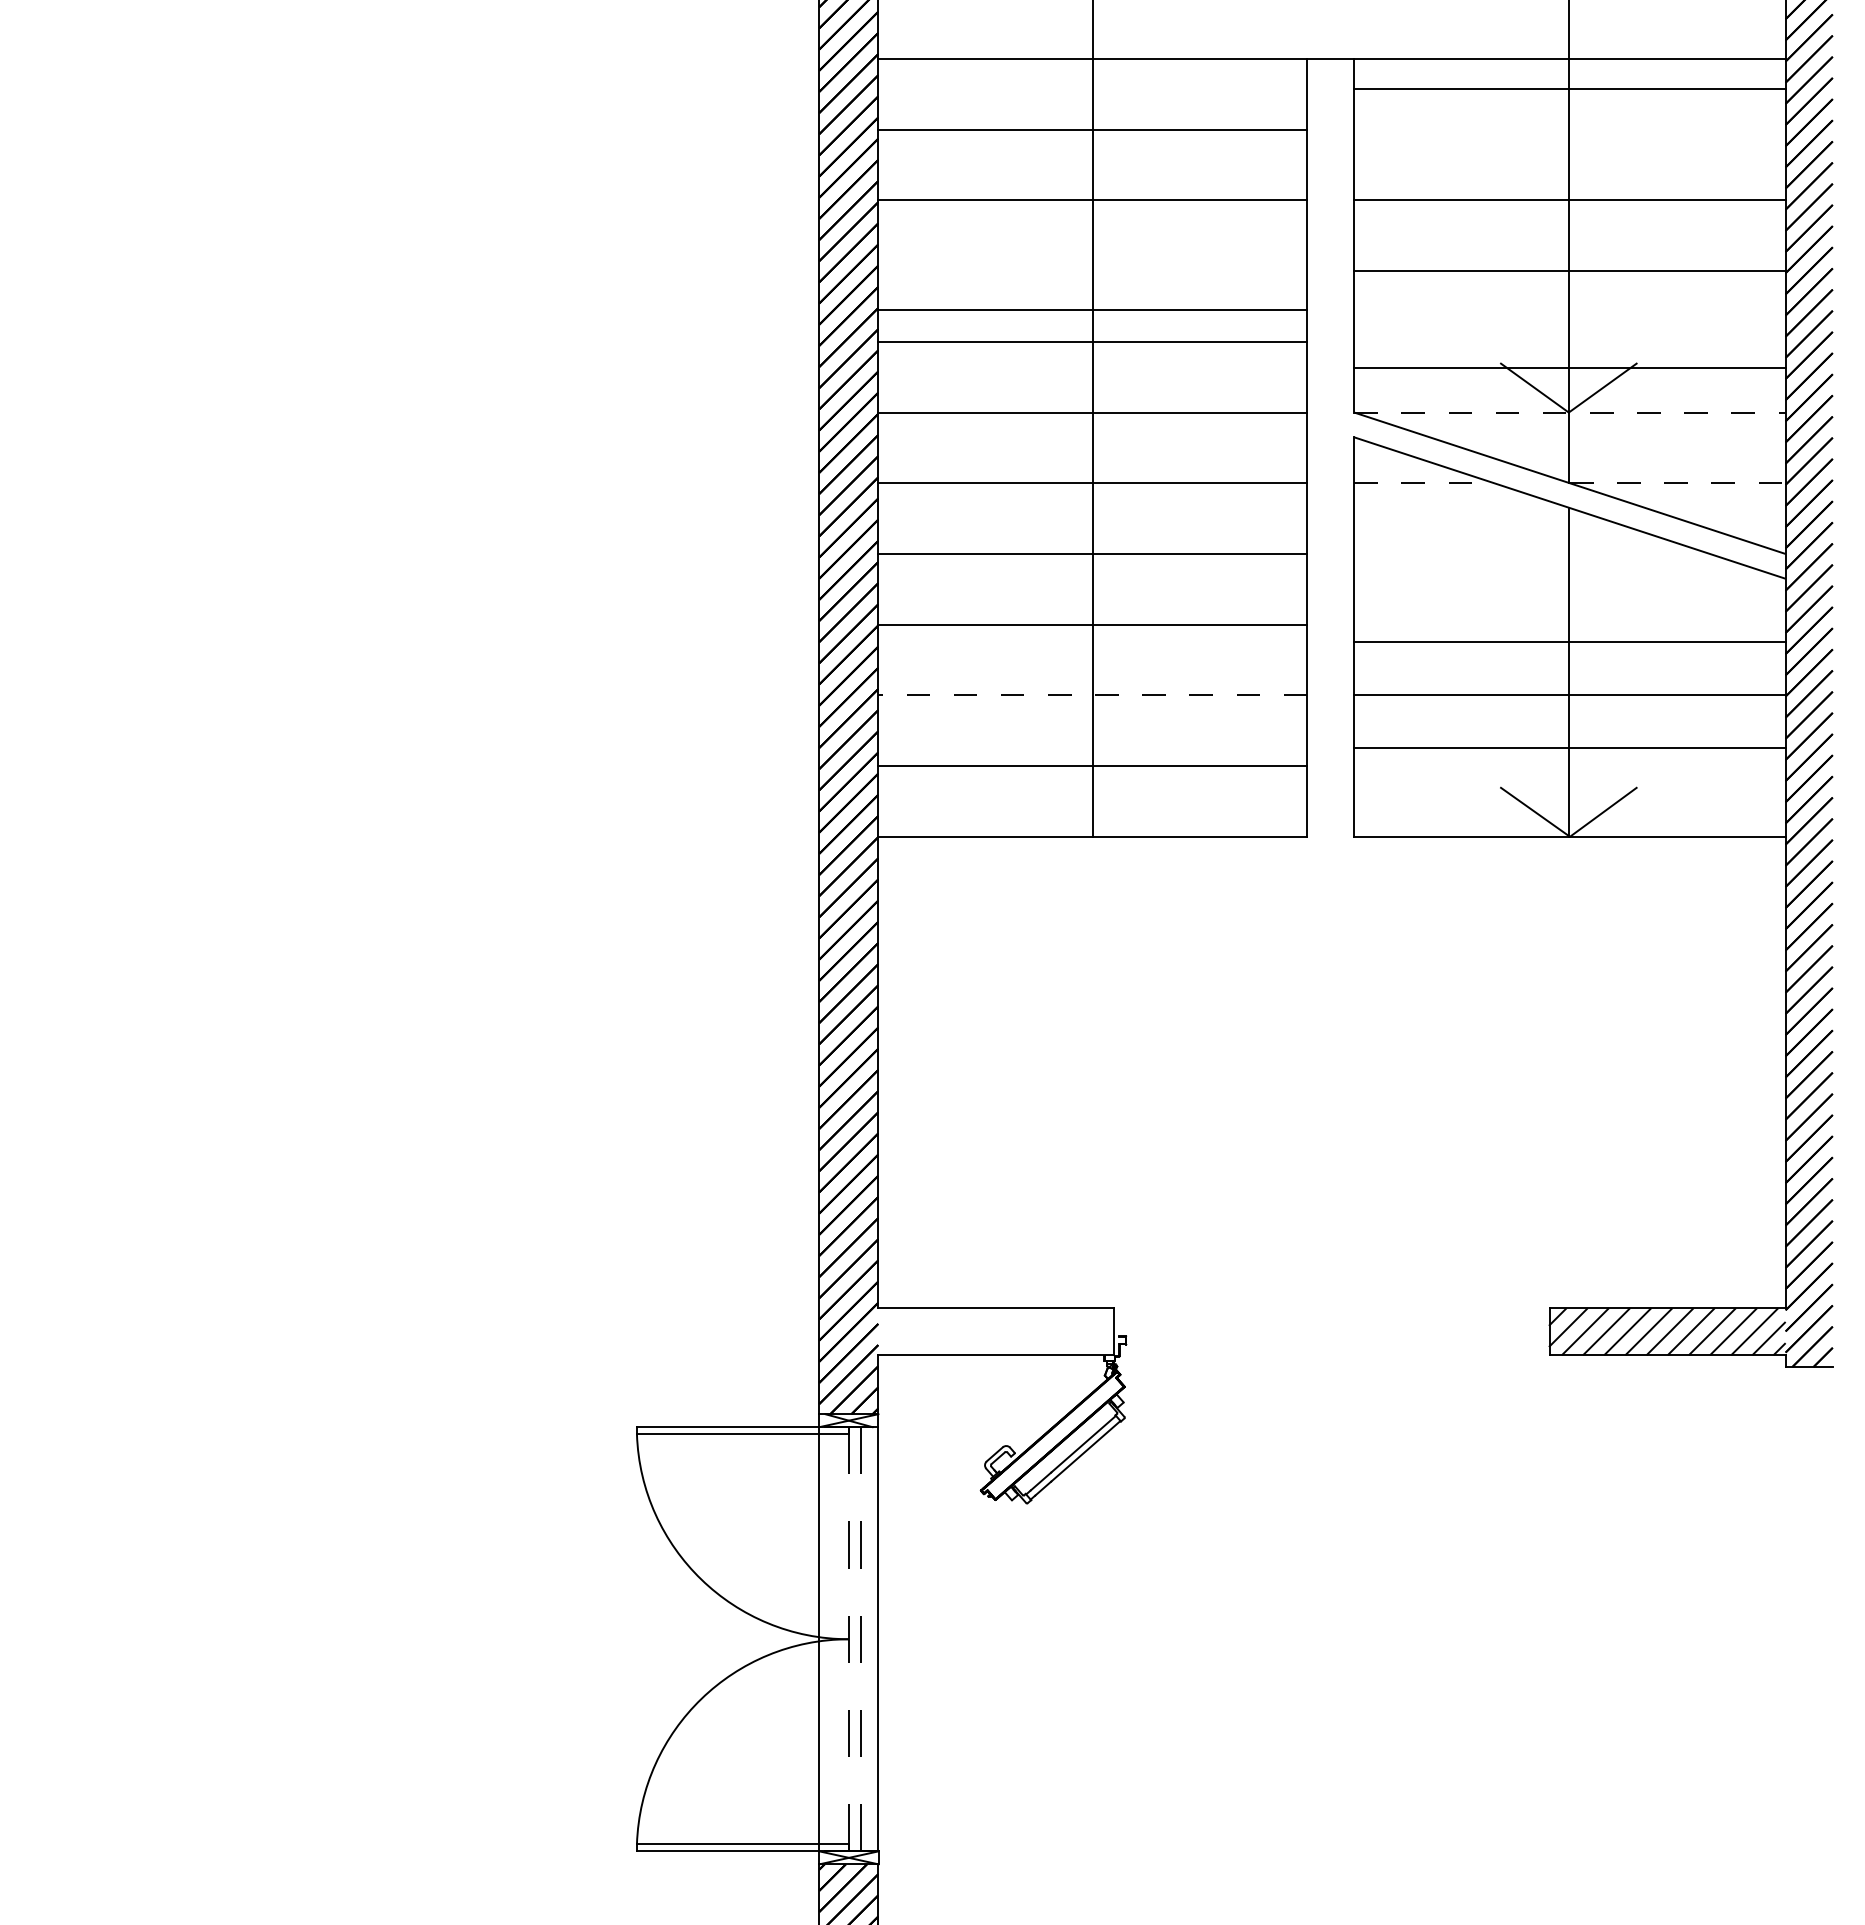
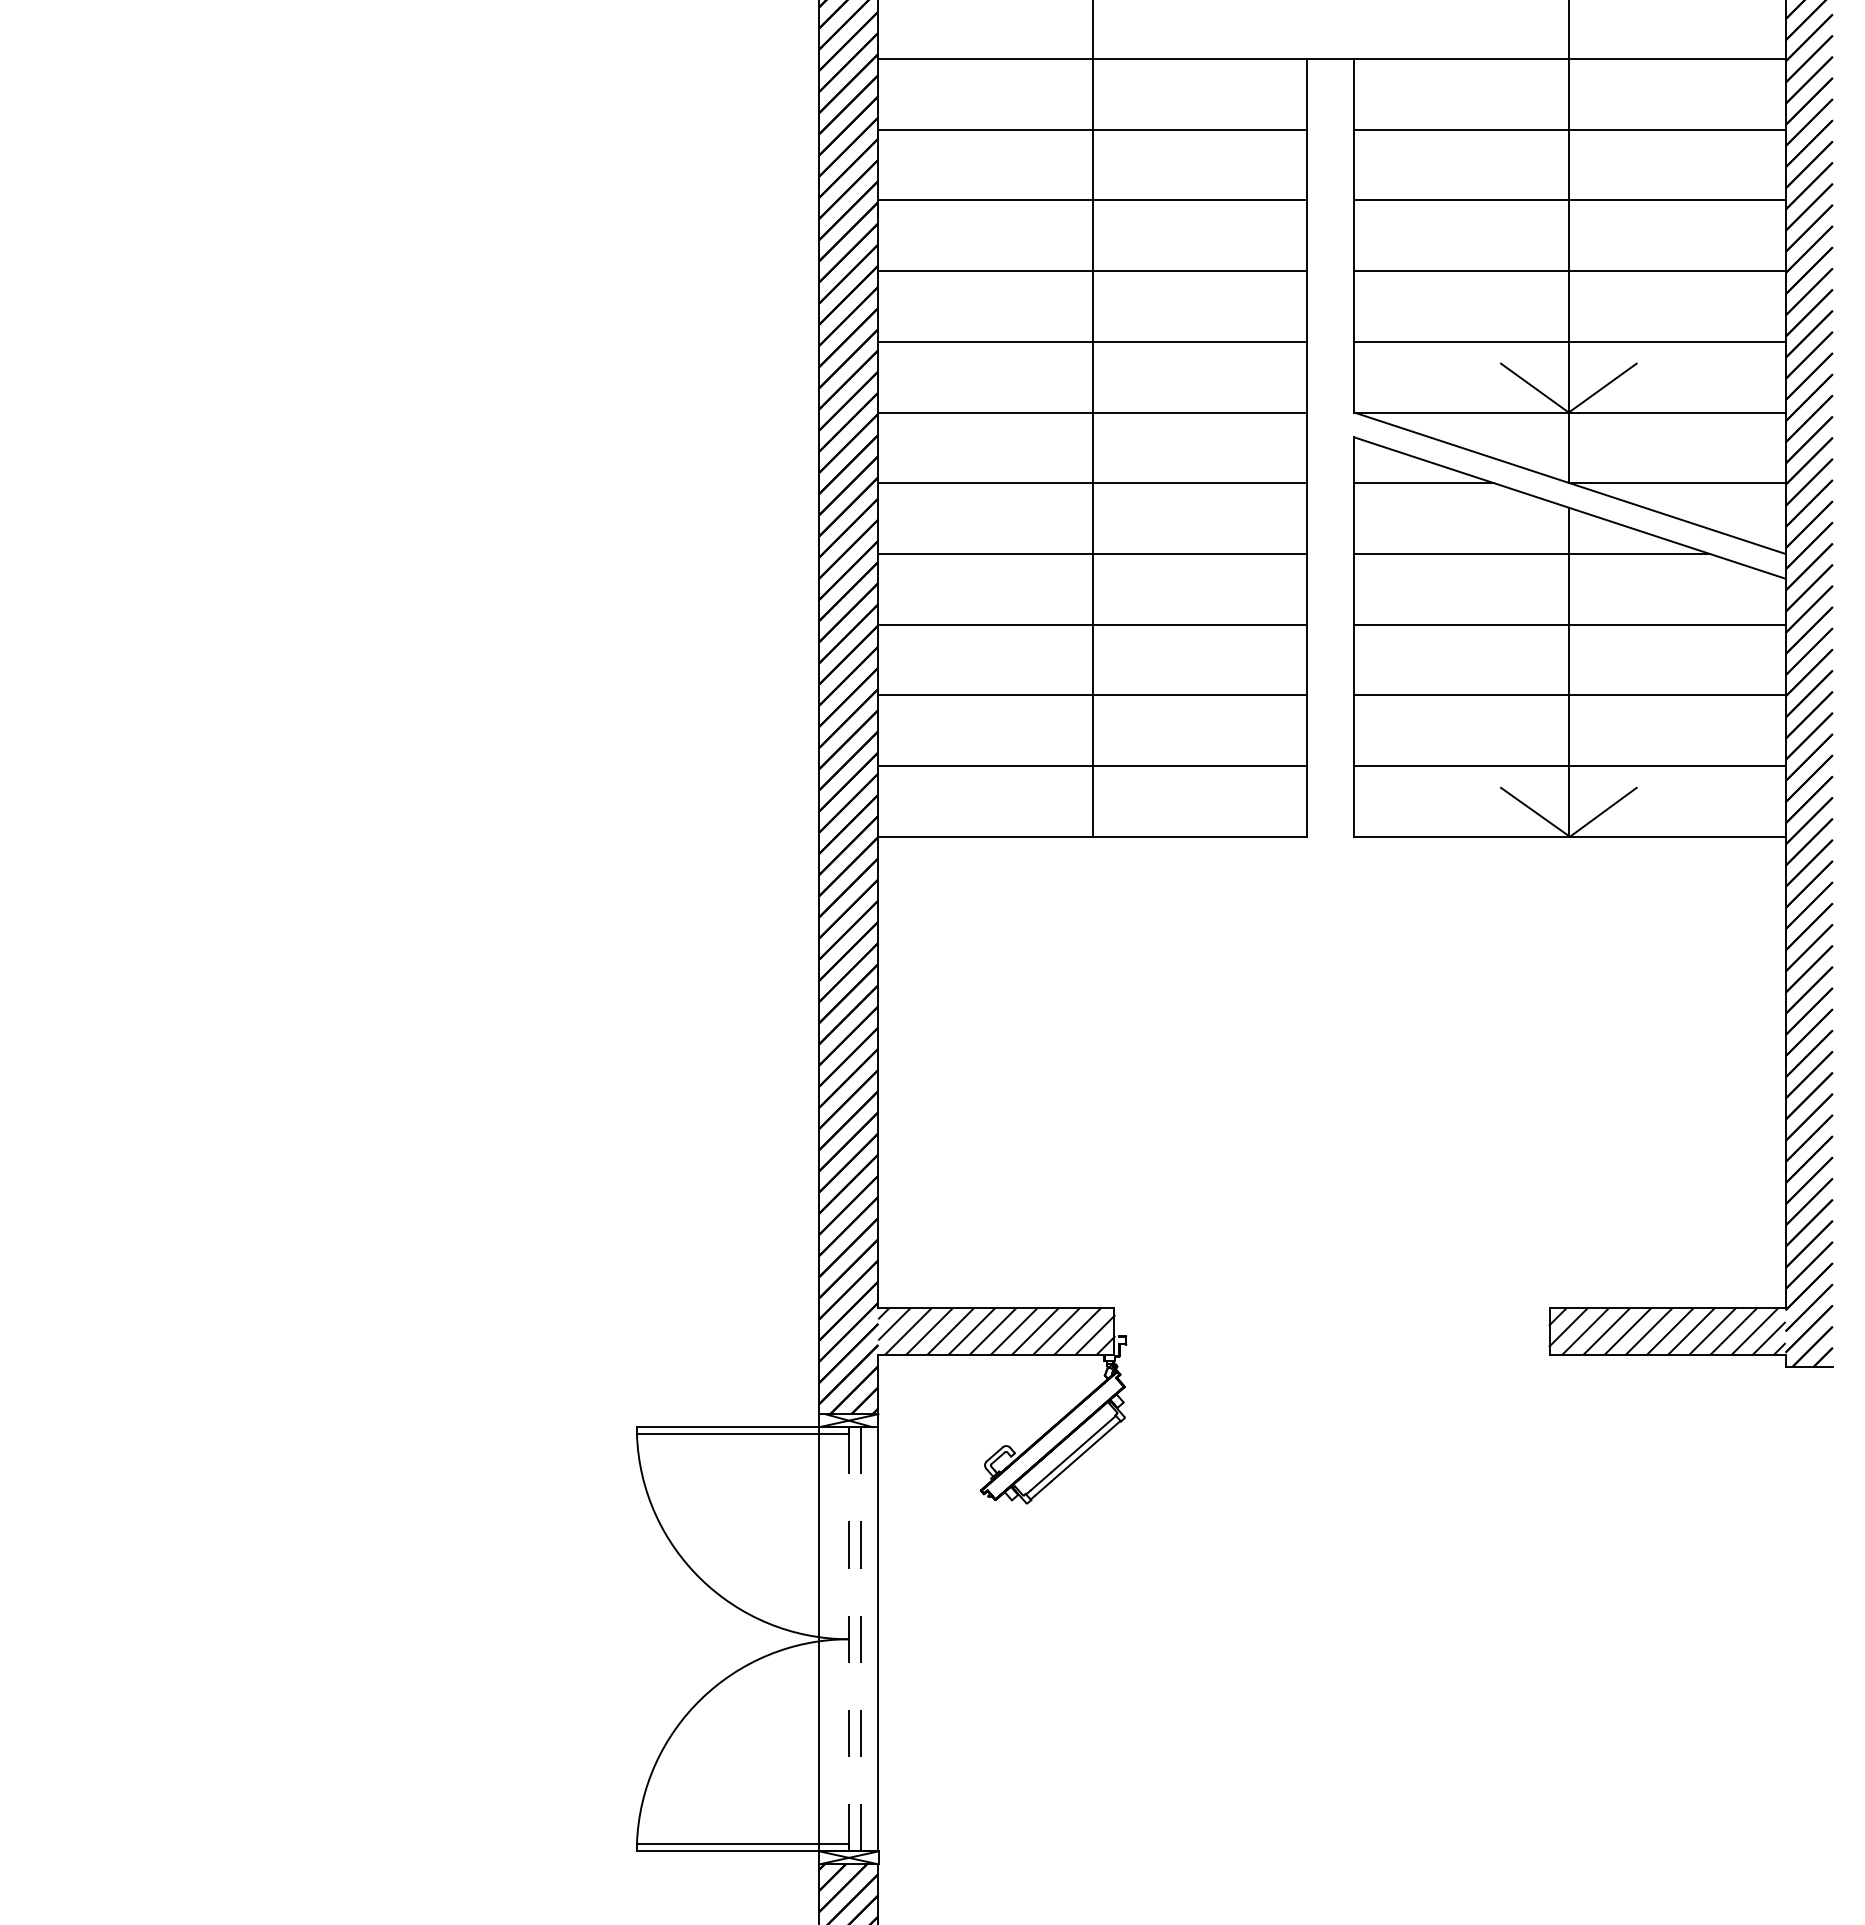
line at (1569, 88) position: (1569, 88) -> (1569, 129)
line at (1092, 310) position: (1092, 310) -> (1092, 271)
line at (1569, 367) position: (1569, 367) -> (1569, 341)
line at (1569, 412): dashed -> solid
line at (1424, 483): dashed -> solid
line at (1677, 483): dashed -> solid
line at (1531, 553): none -> present
line at (1569, 641) position: (1569, 641) -> (1569, 624)
line at (1092, 695): dashed -> solid
line at (1569, 748) position: (1569, 748) -> (1569, 766)
hatch at (996, 1331): none -> present
